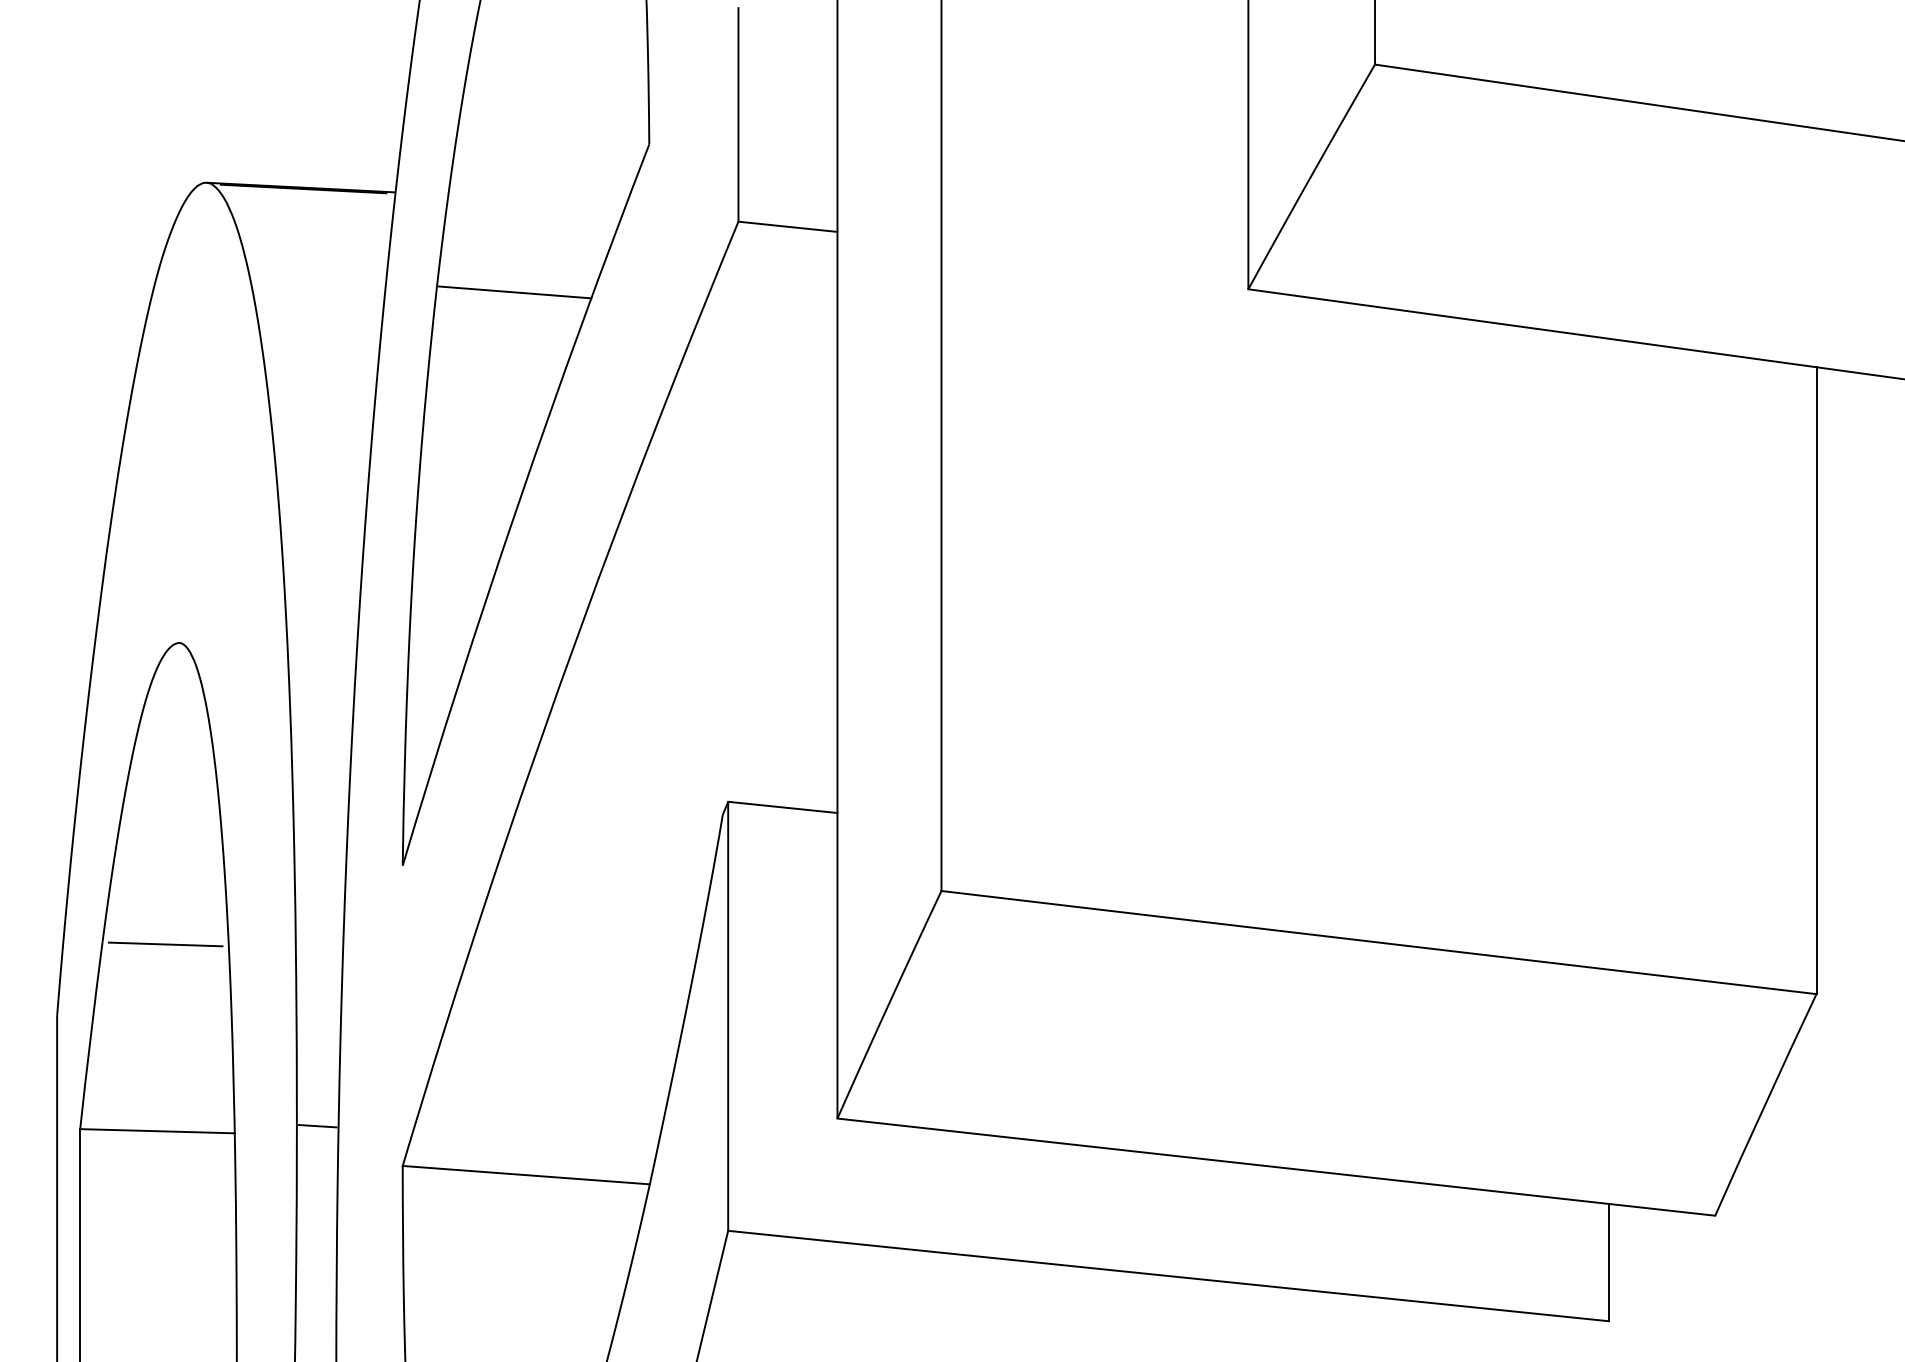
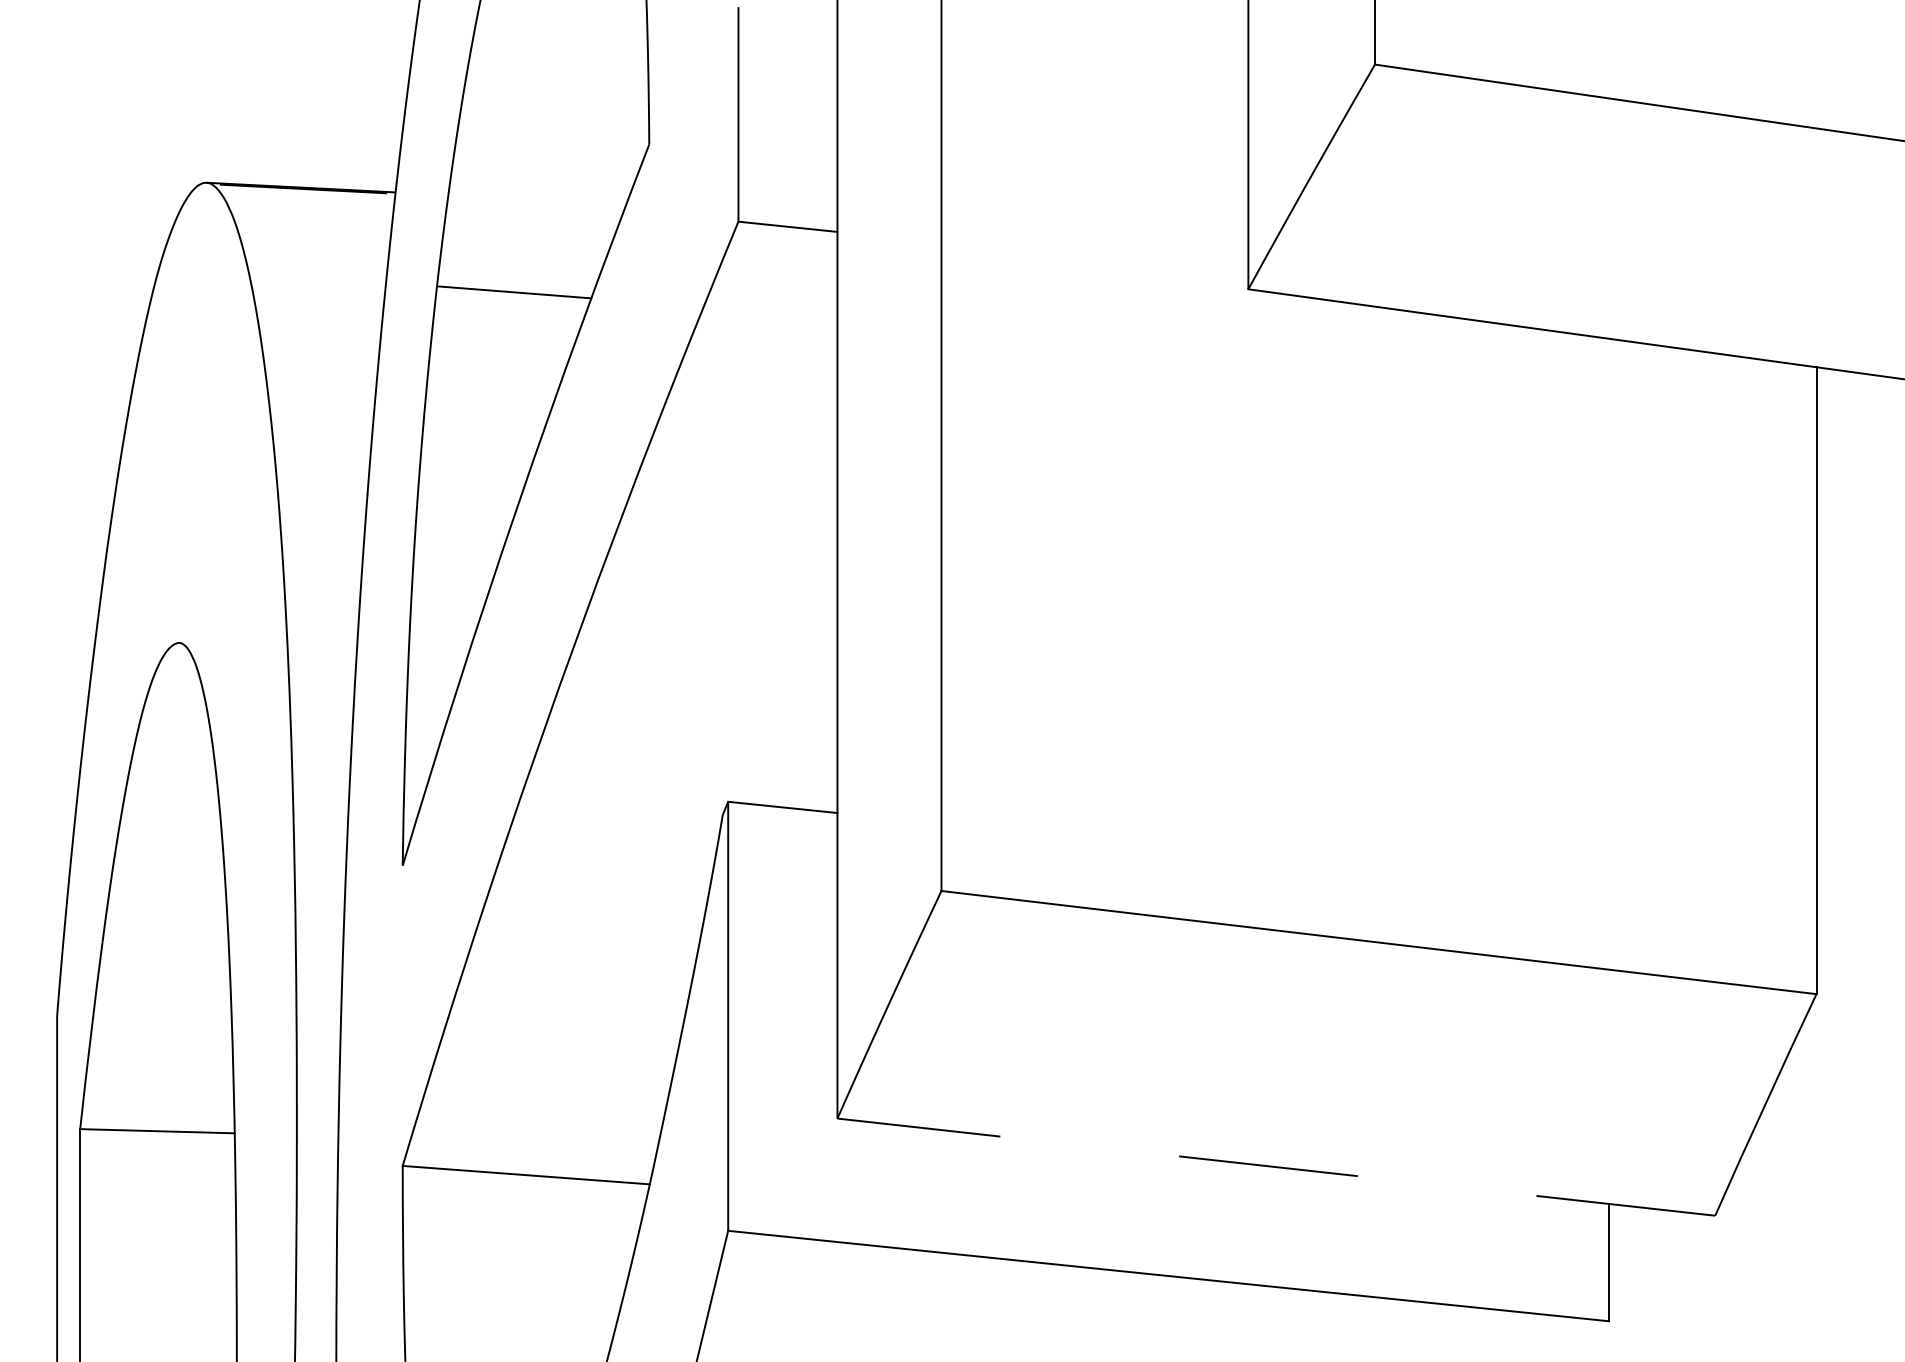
line at (165, 944): present -> none
line at (317, 1126): present -> none
line at (1276, 1167): solid -> dashed
